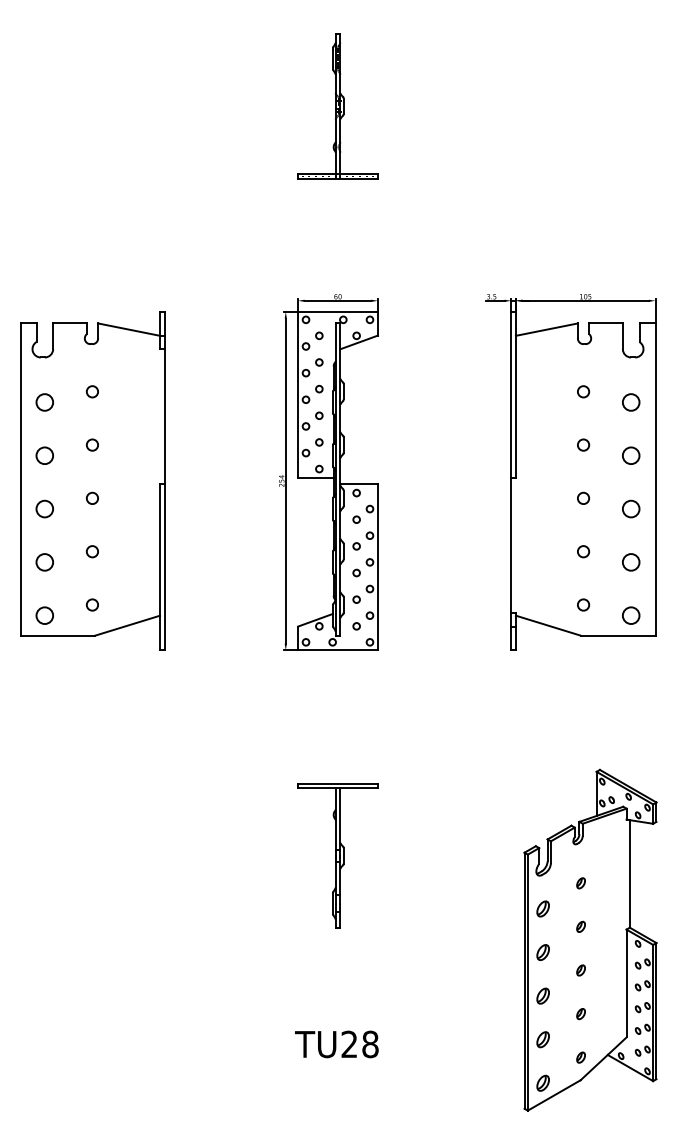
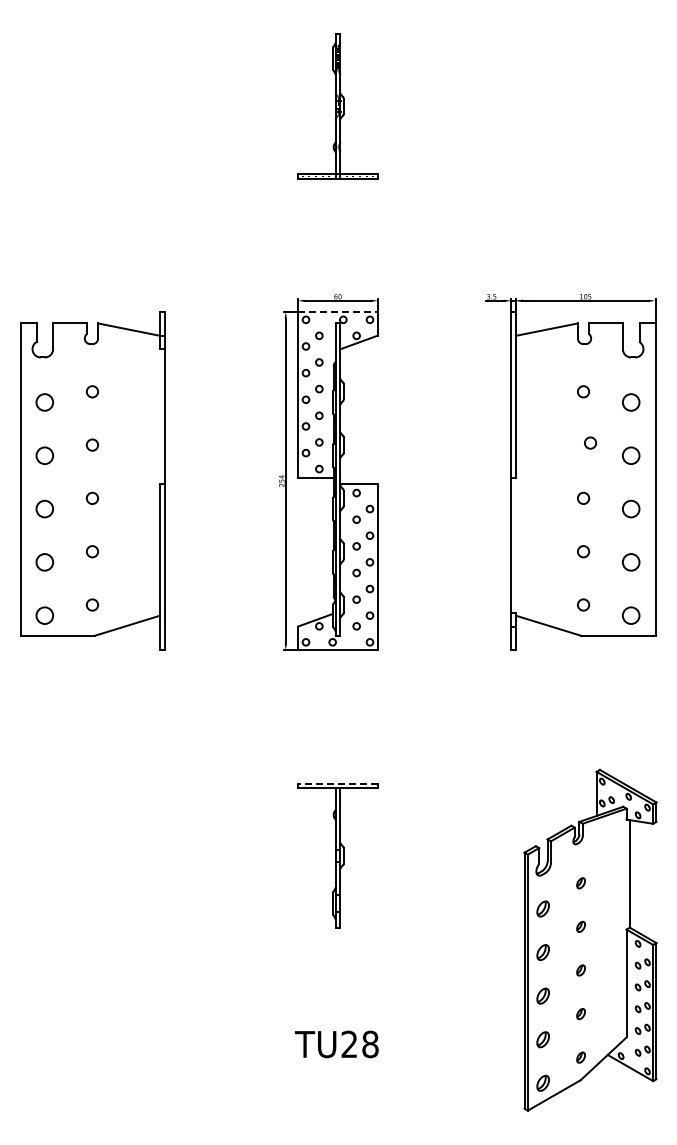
line at (338, 311): solid -> dashed
circle at (583, 444) position: (583, 444) -> (590, 442)
line at (338, 783): solid -> dashed
